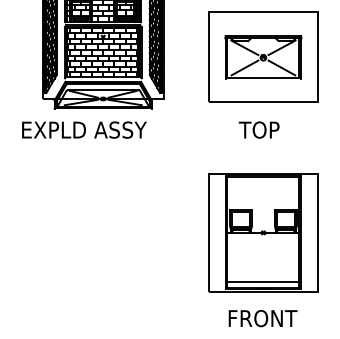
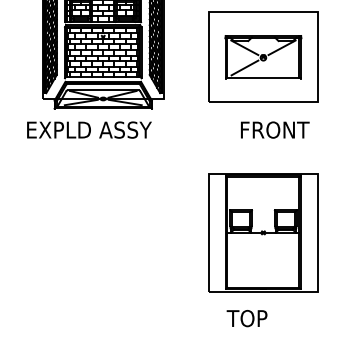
line at (281, 67): present -> none
text at (84, 129) position: (84, 129) -> (89, 129)
text at (273, 129): TOP -> FRONT
line at (263, 282): present -> none
text at (261, 318): FRONT -> TOP
